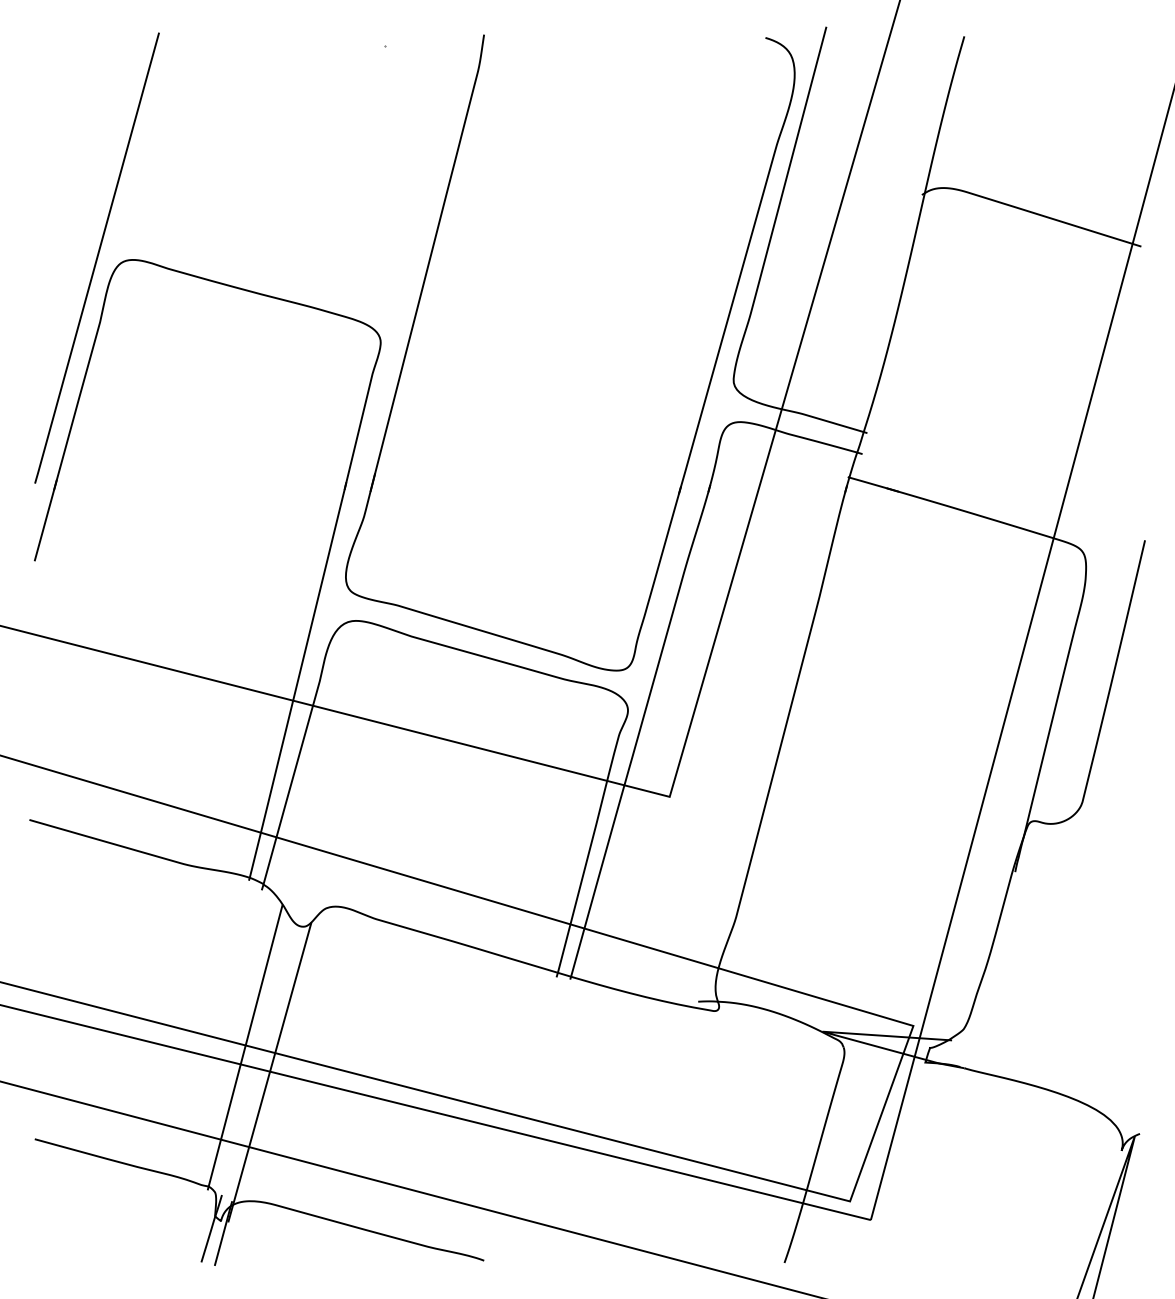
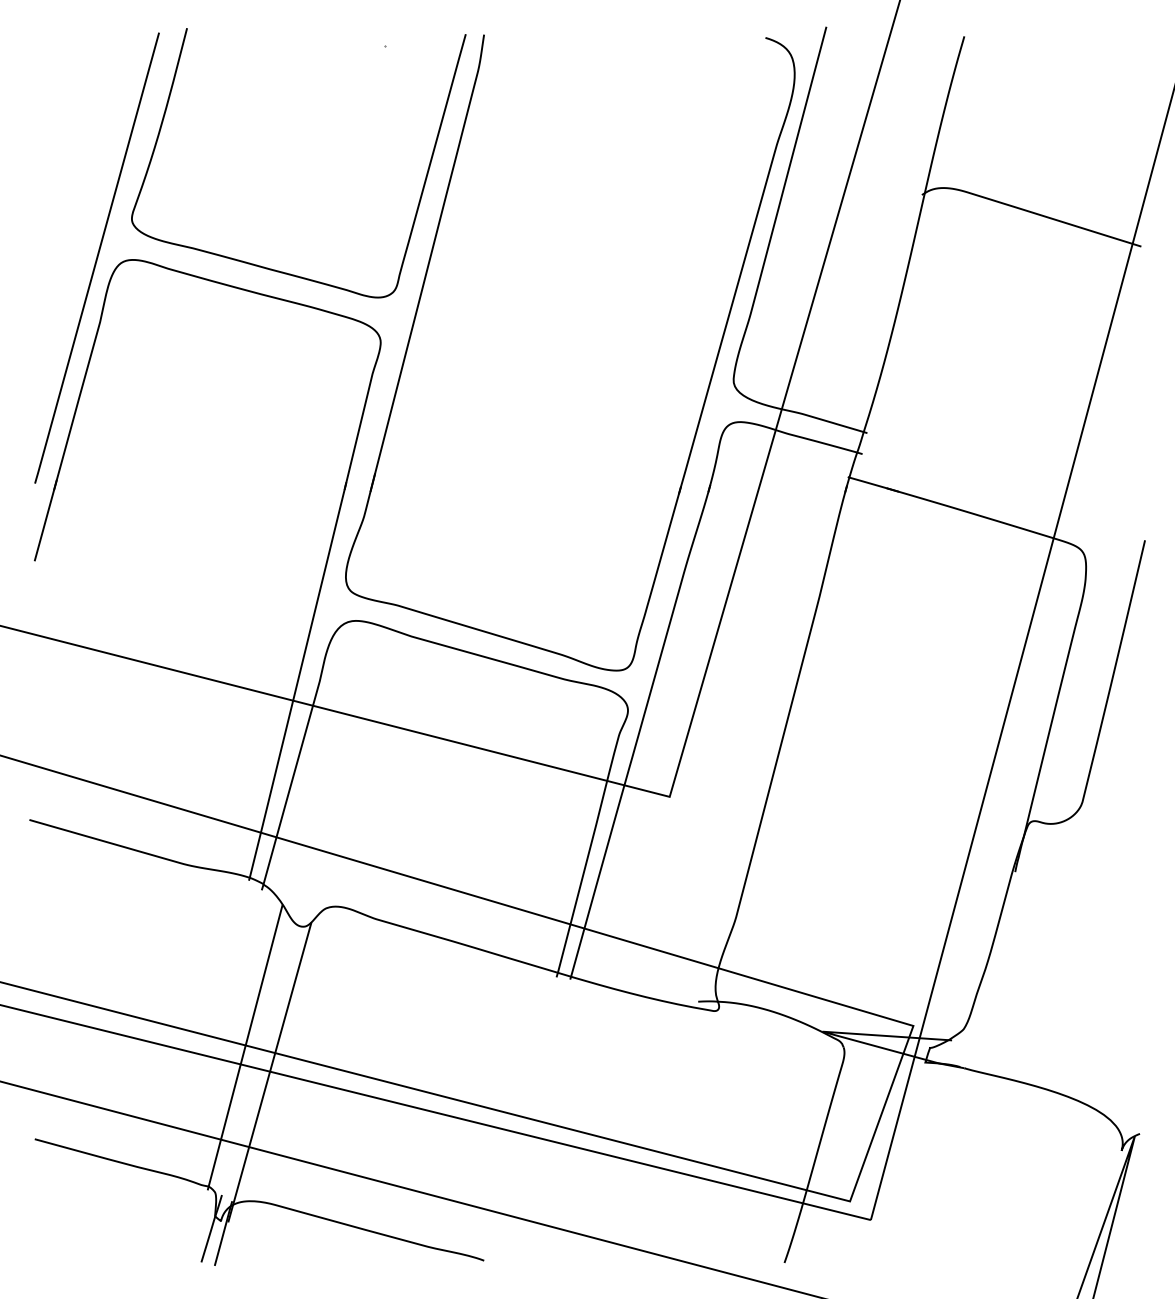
curve at (271, 268): none -> present
